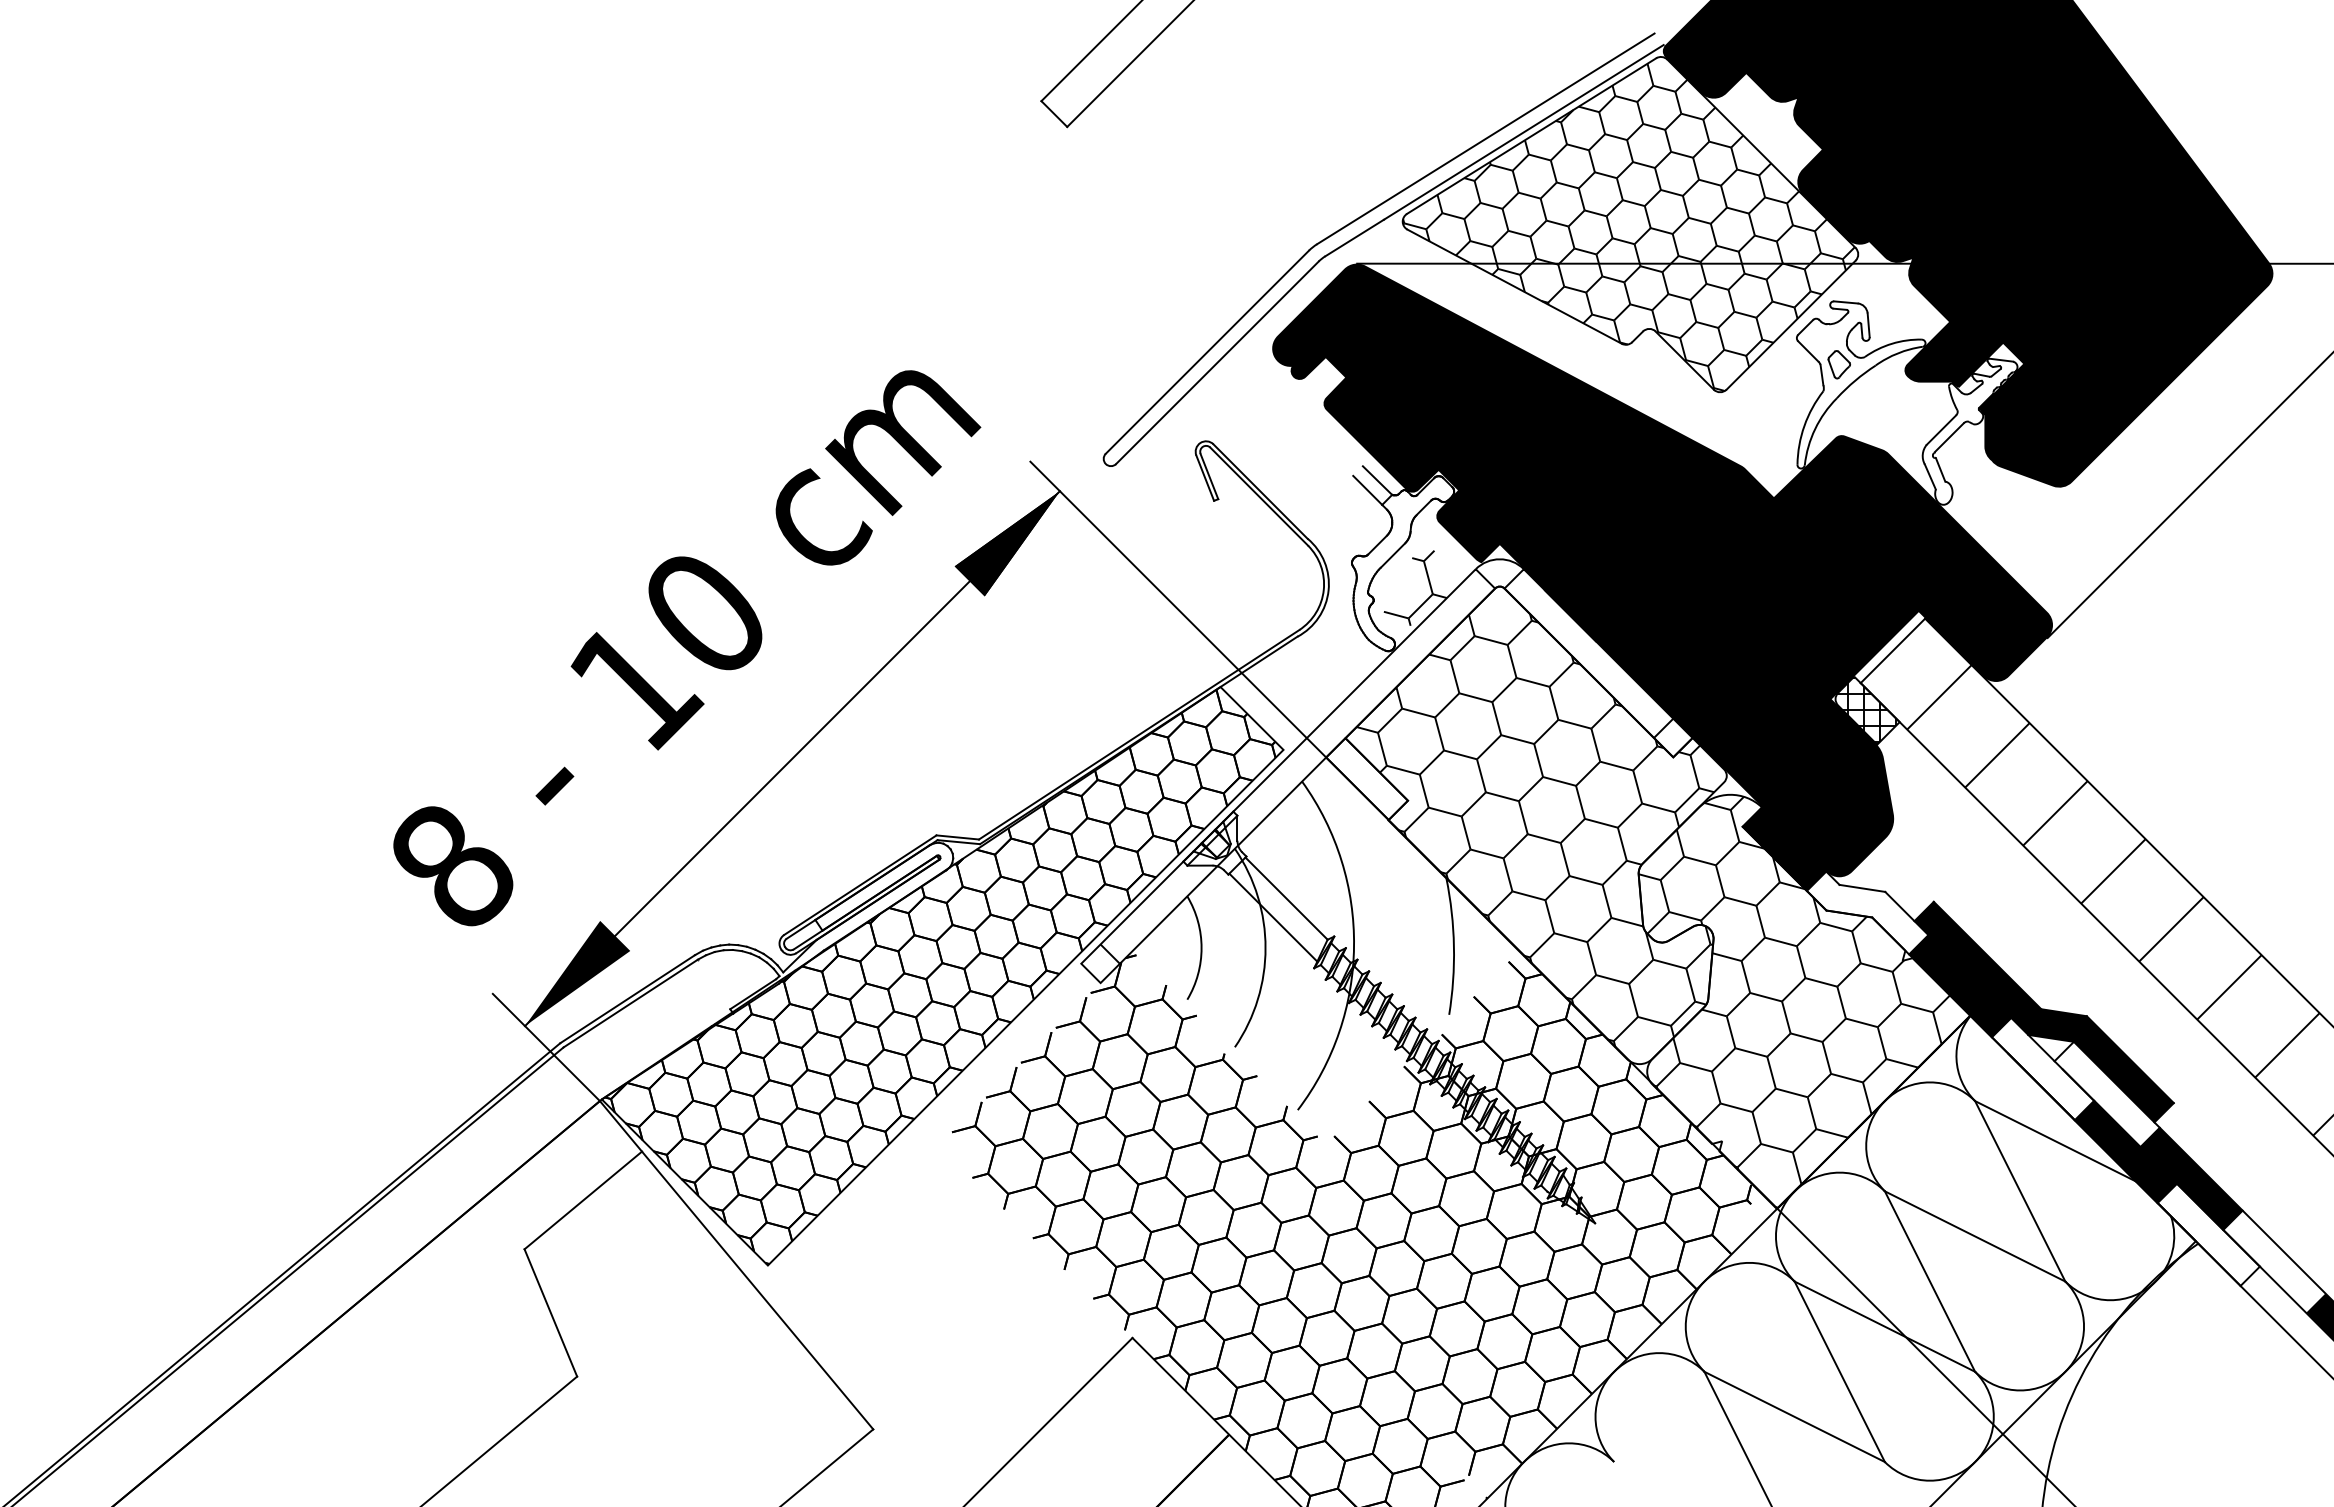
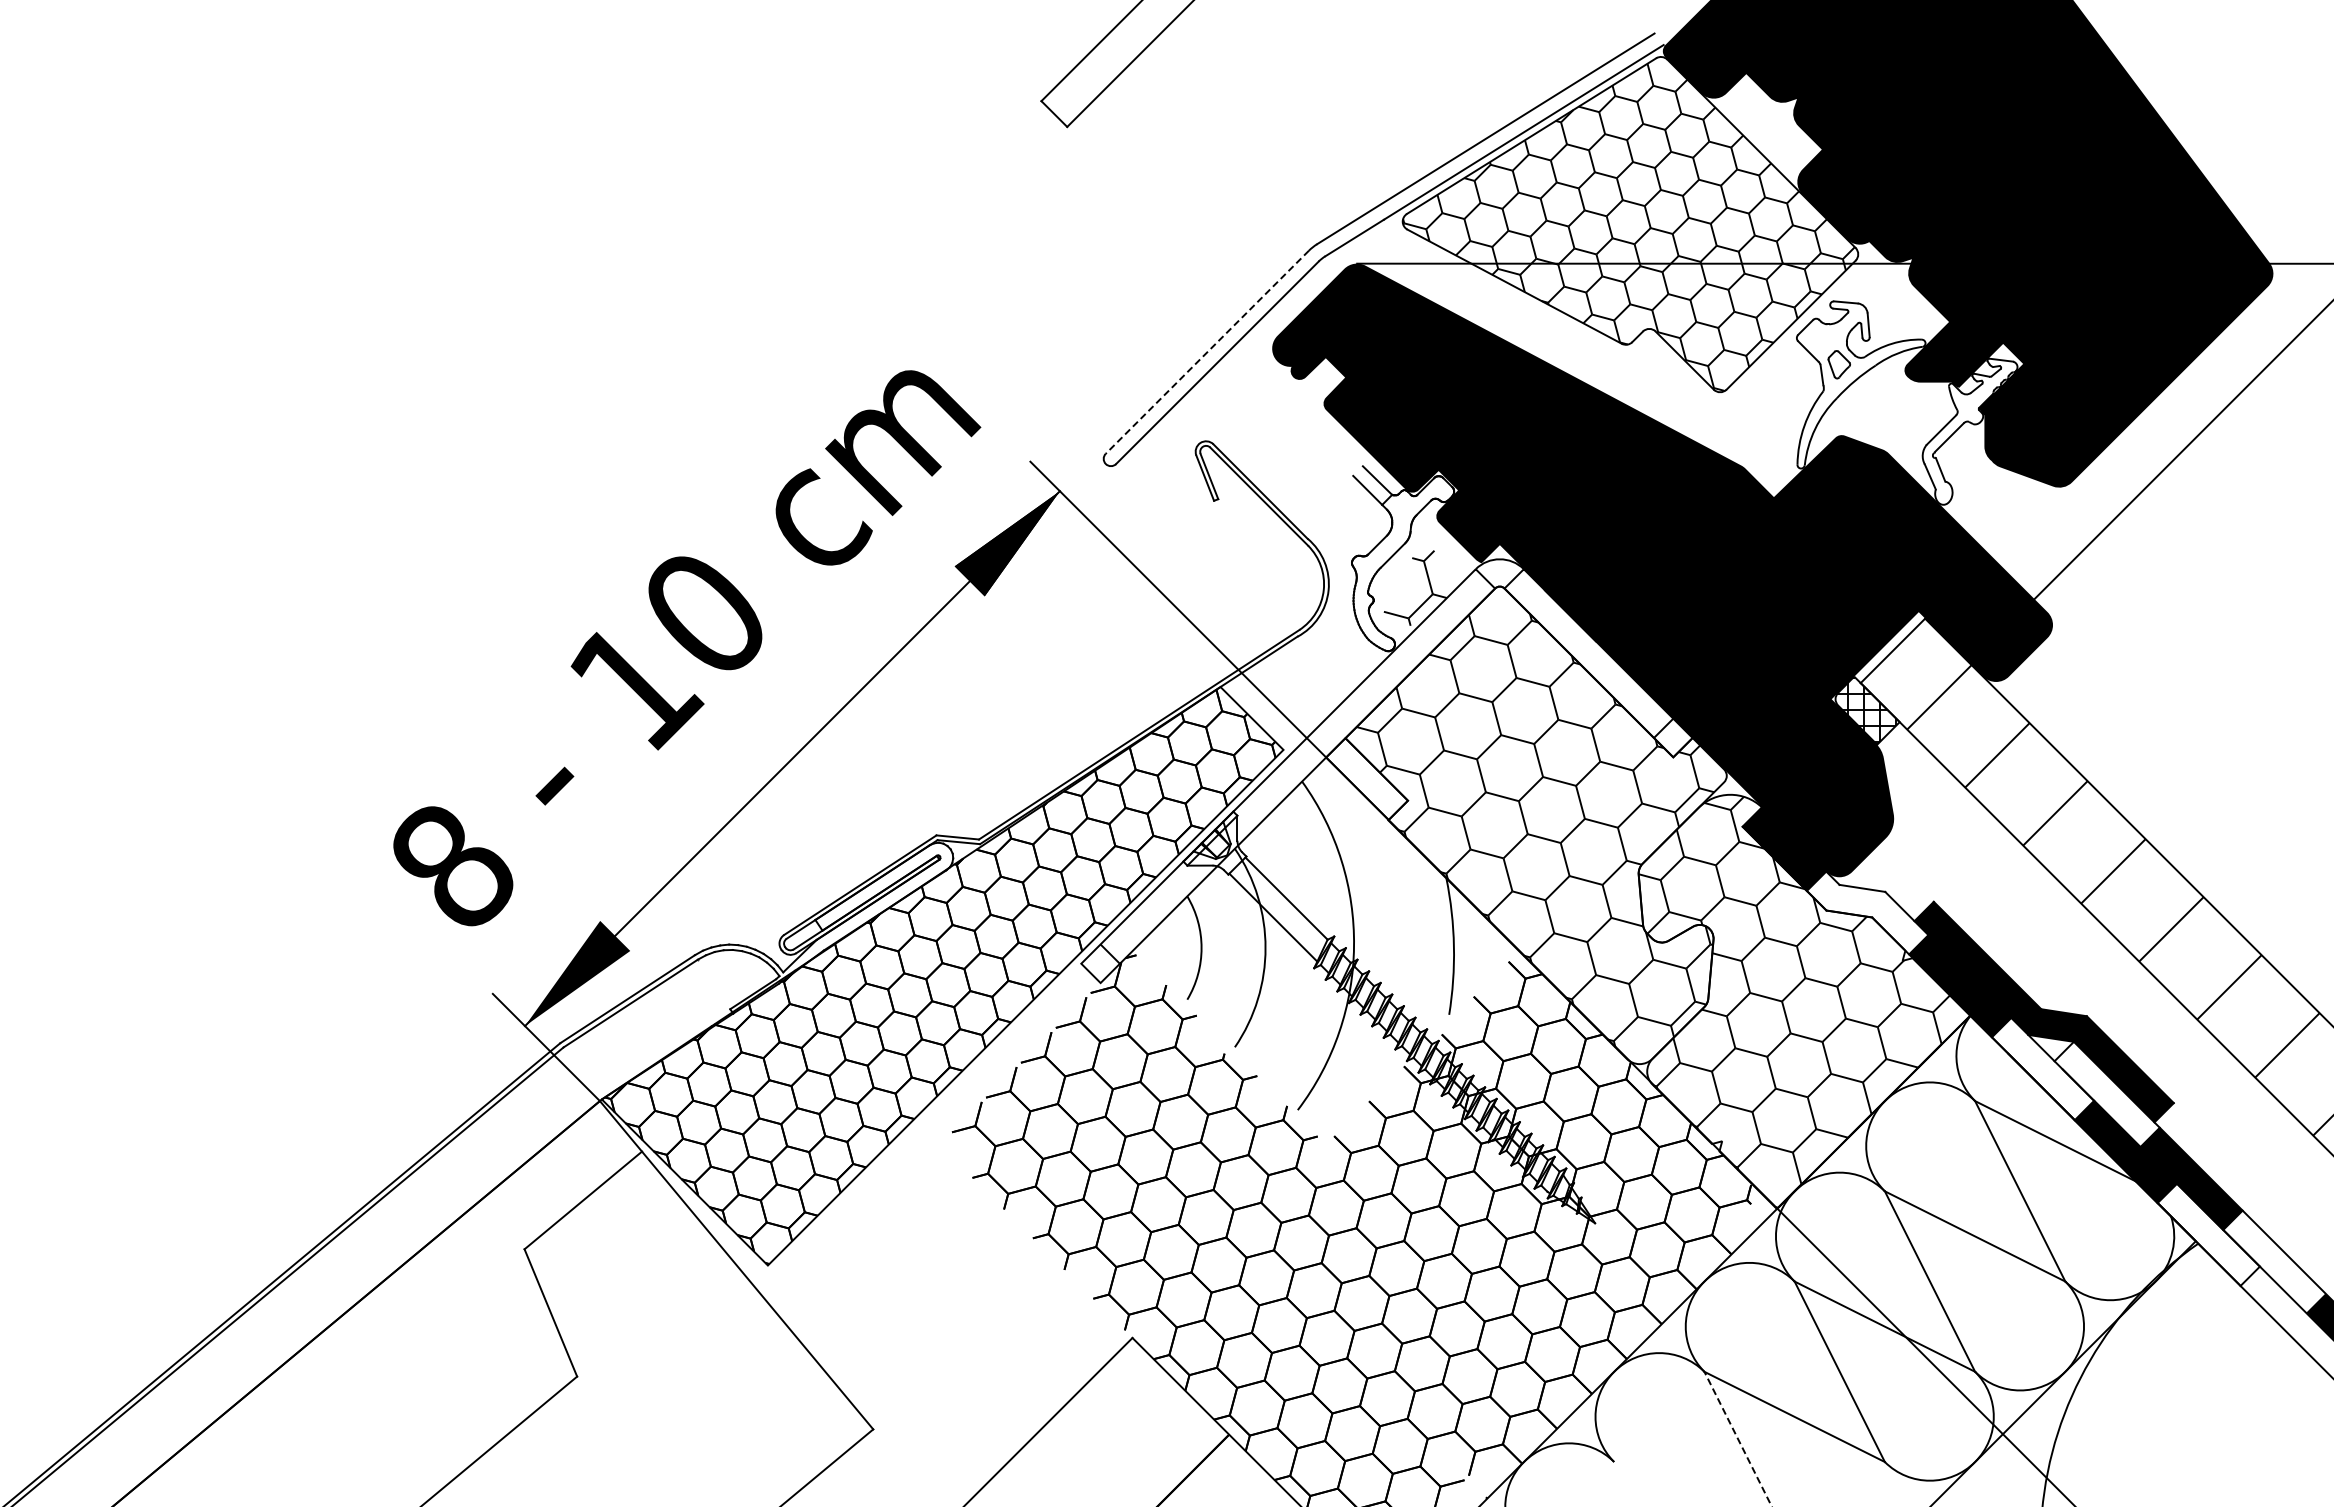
line at (1207, 352): solid -> dashed
line at (2188, 496) position: (2188, 496) -> (2175, 456)
line at (1737, 1438): solid -> dashed
